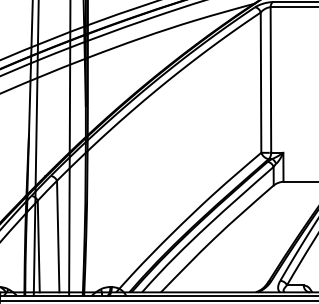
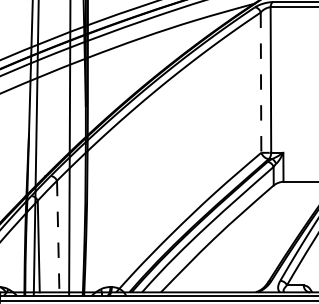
line at (261, 83): solid -> dashed
line at (58, 236): solid -> dashed
